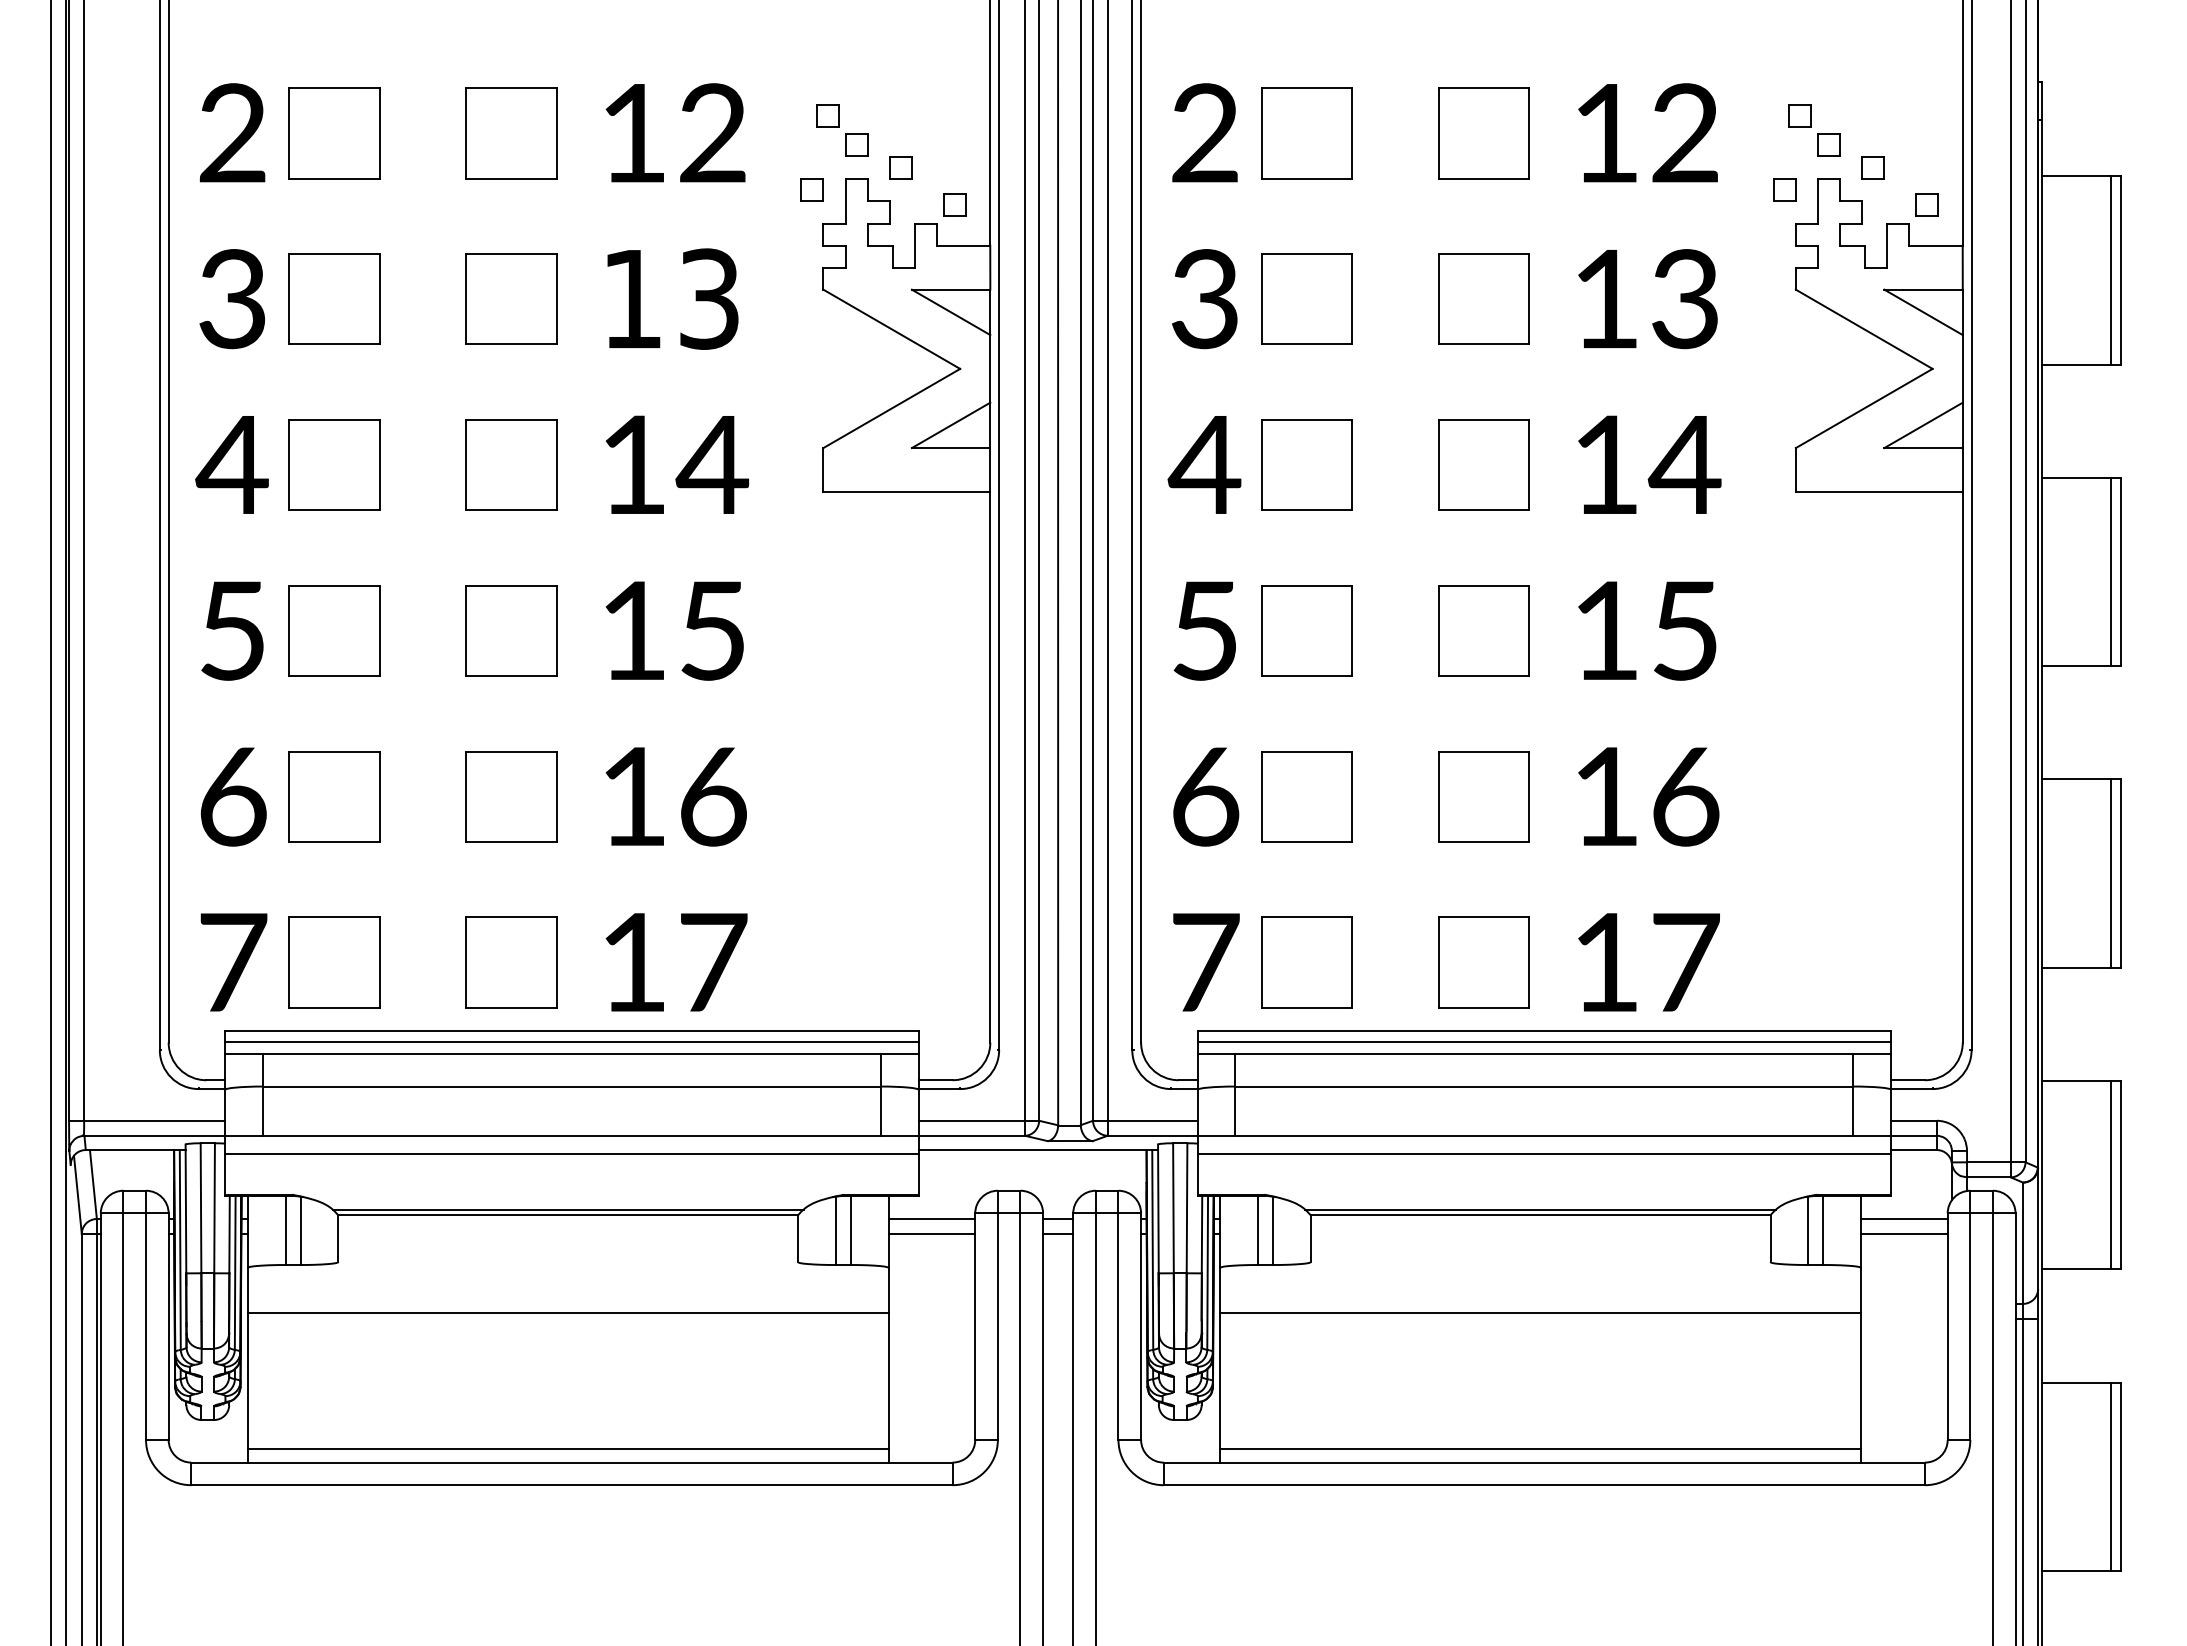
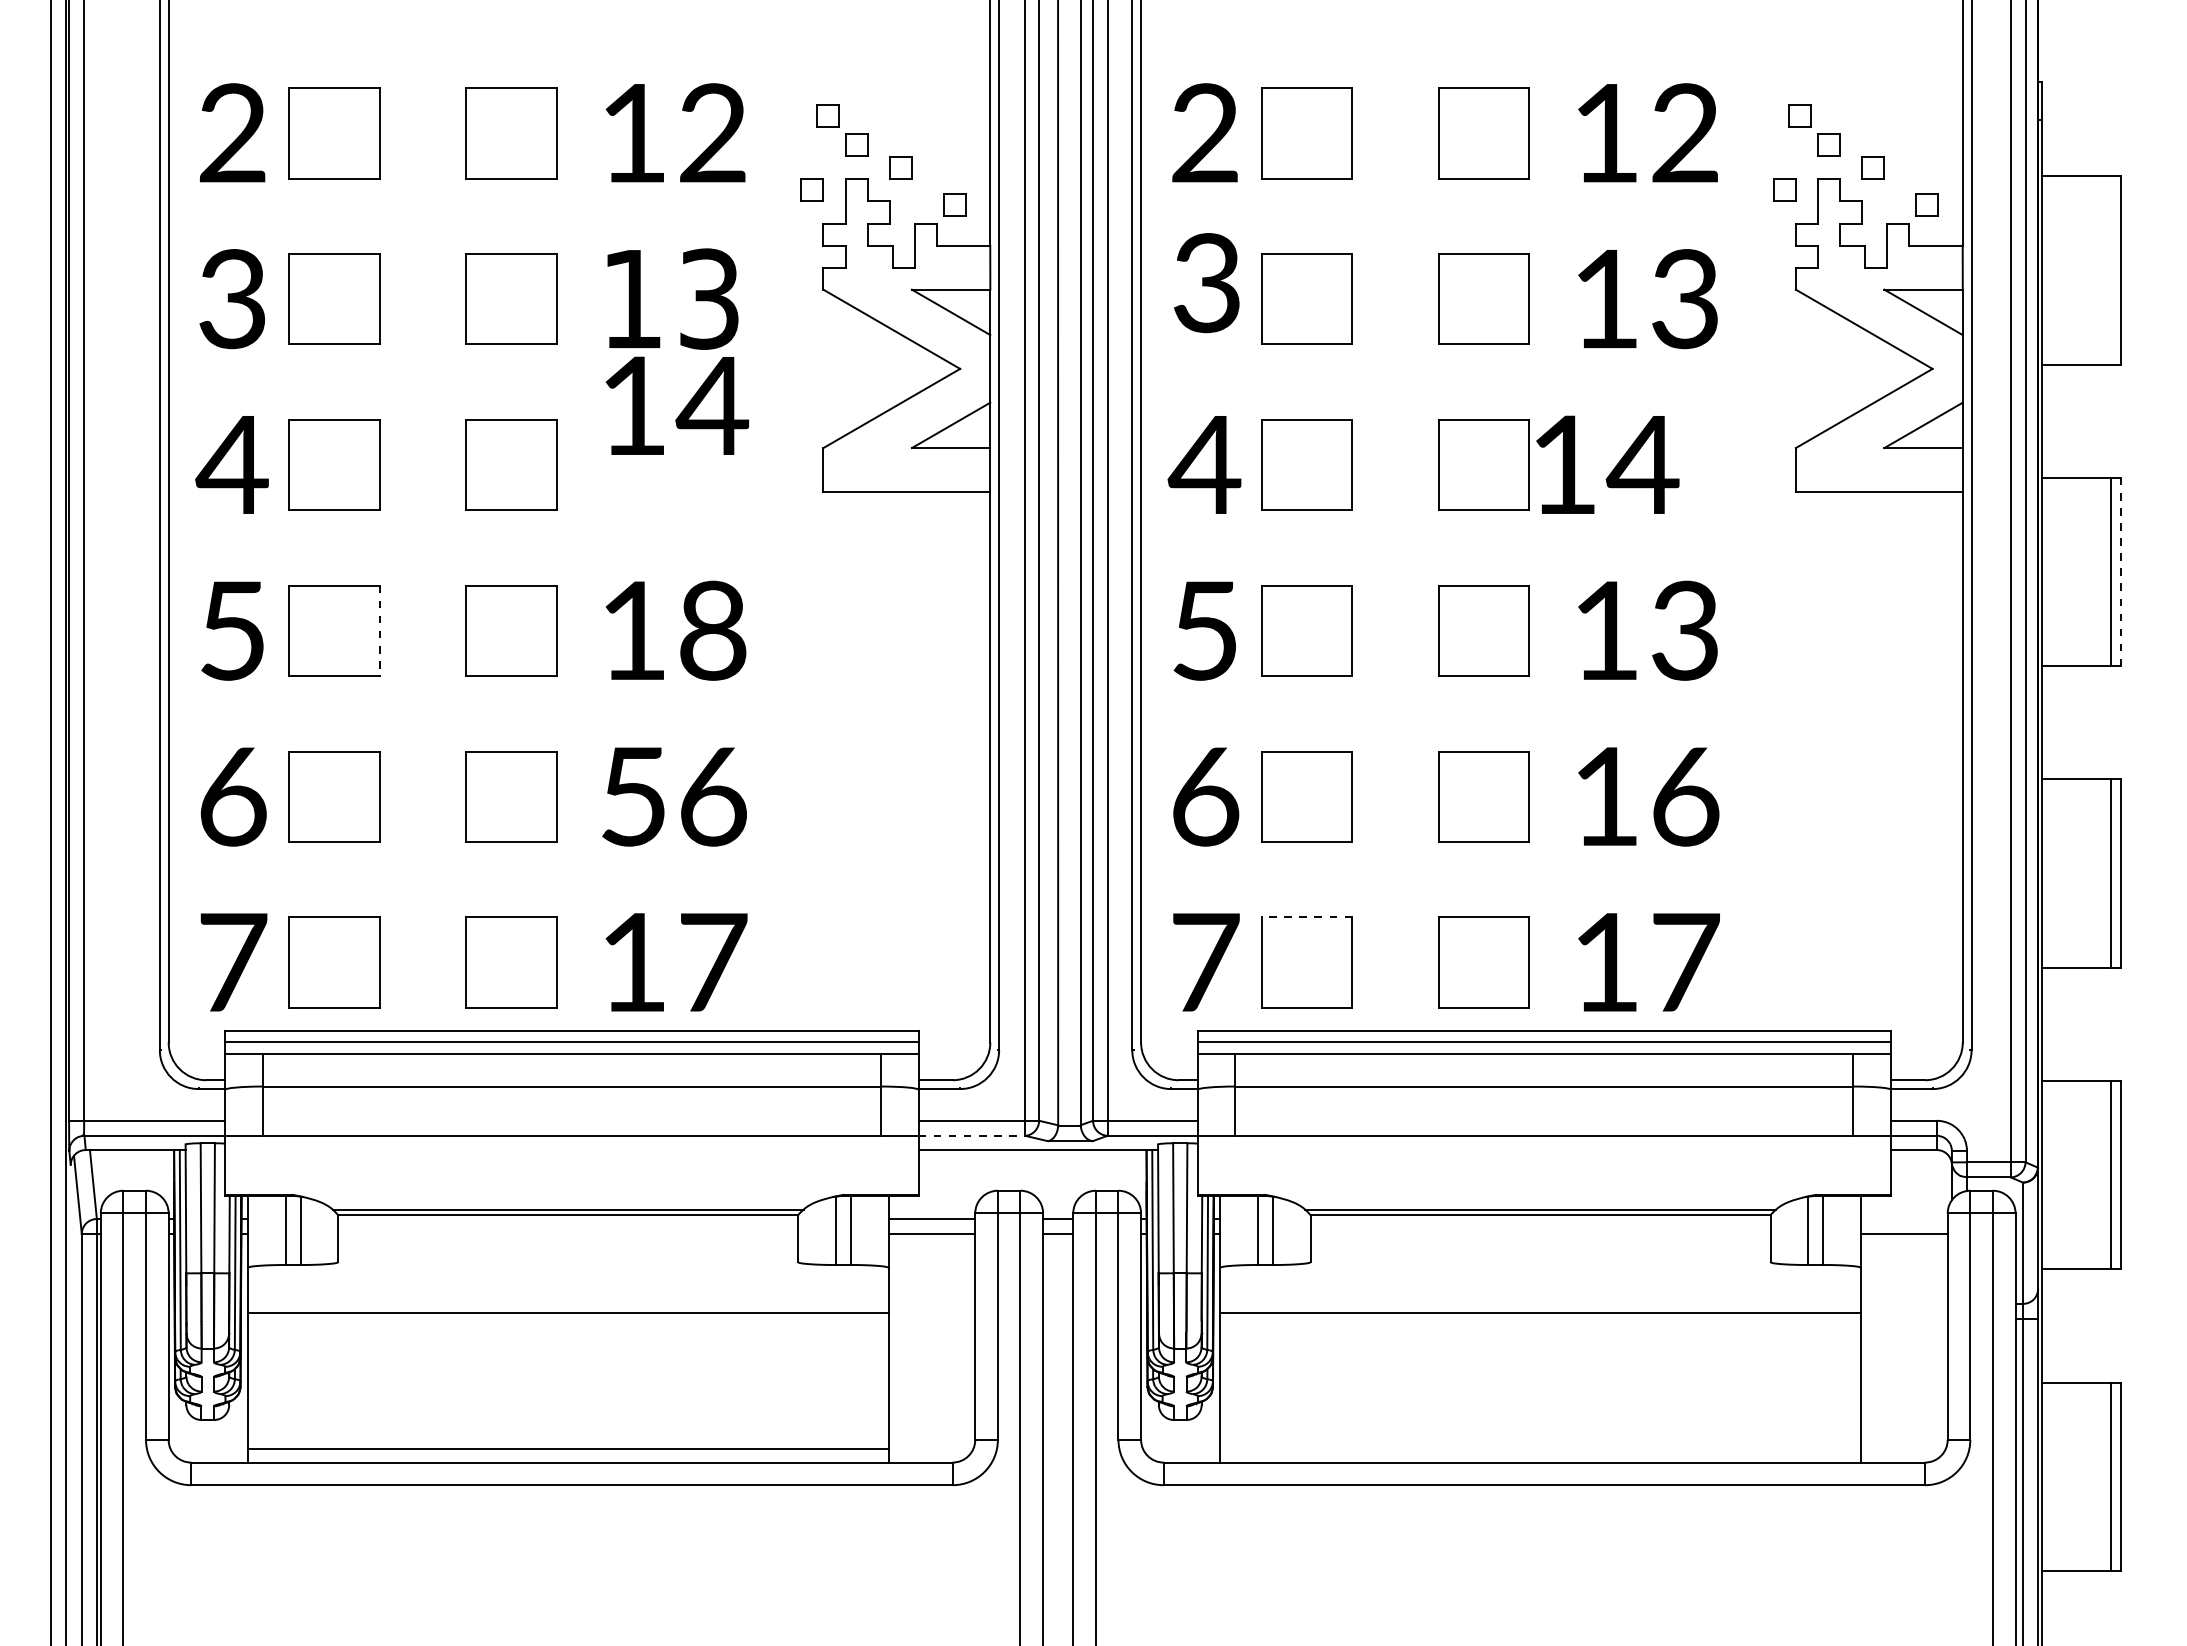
line at (2111, 270): present -> none
text at (1204, 299) position: (1204, 299) -> (1206, 283)
text at (676, 464) position: (676, 464) -> (676, 405)
text at (1649, 464) position: (1649, 464) -> (1607, 464)
line at (2121, 572): solid -> dashed
text at (713, 630): 15 -> 18
text at (1684, 630): 15 -> 13
line at (379, 631): solid -> dashed
text at (633, 796): 16 -> 56
line at (1306, 917): solid -> dashed
line at (972, 1135): solid -> dashed
line at (571, 1154): present -> none
line at (1544, 1154): present -> none
line at (1904, 1219): present -> none
line at (1540, 1449): present -> none
